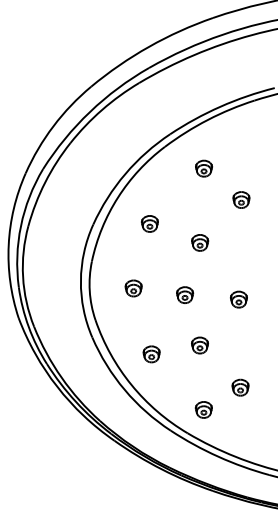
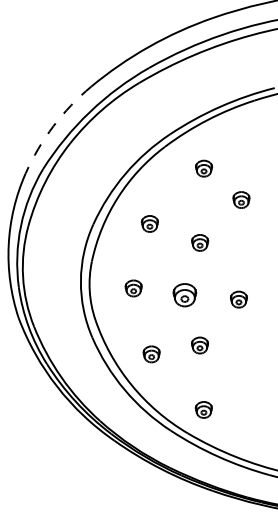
arc at (53, 126): solid -> dashed
part at (185, 294) size: 19x18 px -> 26x25 px
part at (240, 387): present -> none
